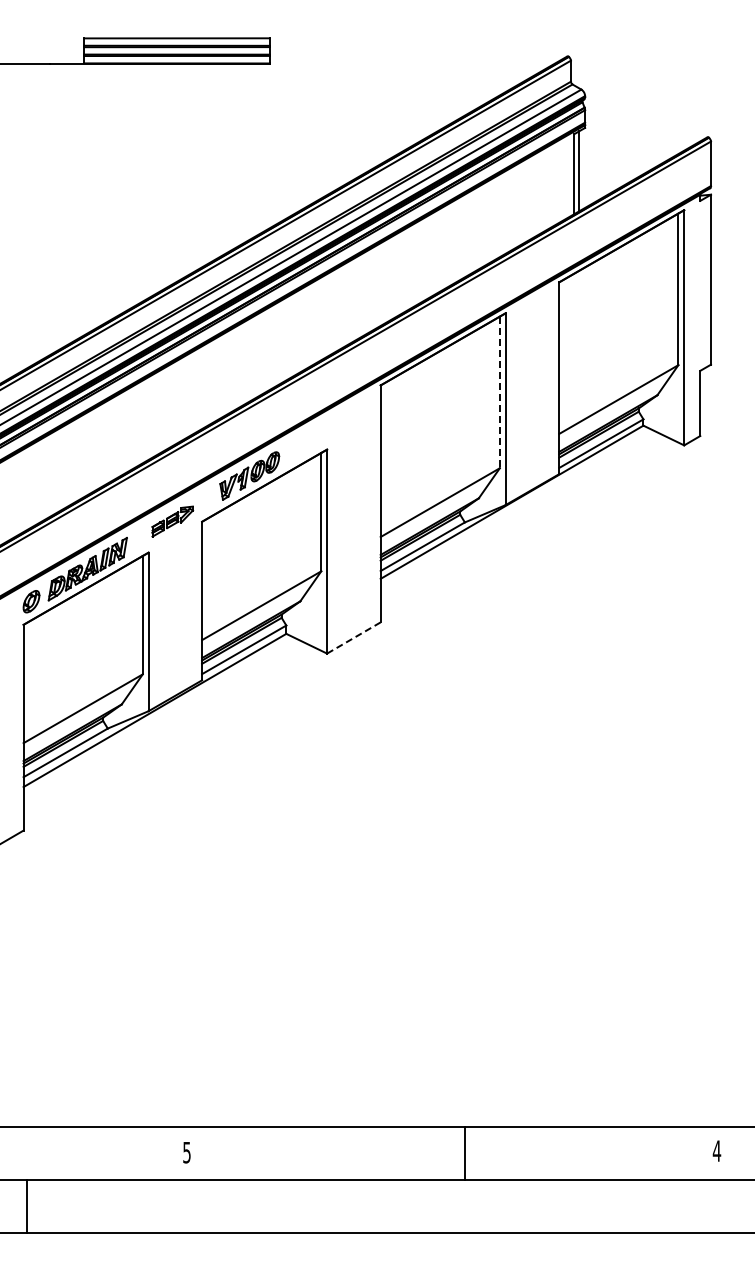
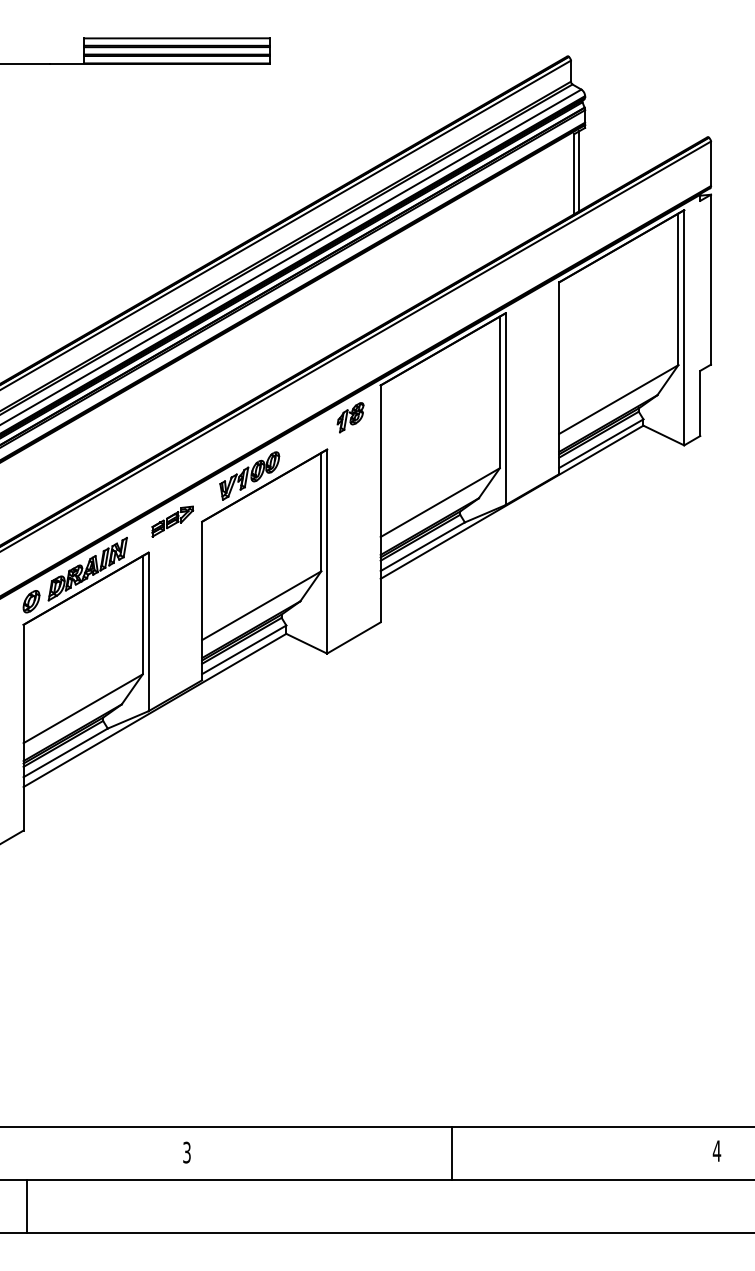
line at (499, 392): dashed -> solid
part at (350, 417): none -> present
line at (354, 637): dashed -> solid
text at (186, 1151): 5 -> 3
line at (464, 1152) position: (464, 1152) -> (451, 1152)
